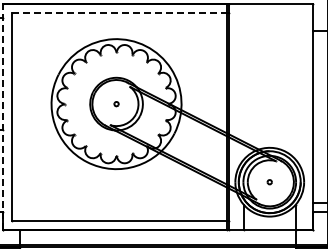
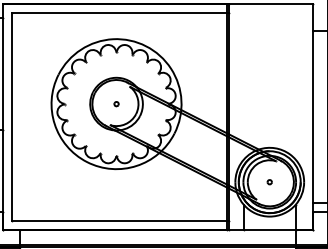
line at (120, 13): dashed -> solid
line at (3, 117): dashed -> solid
